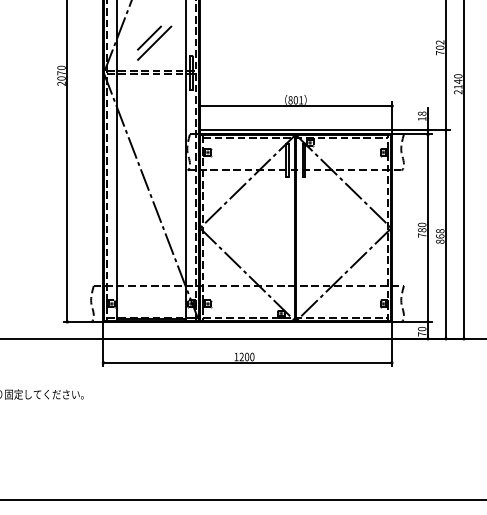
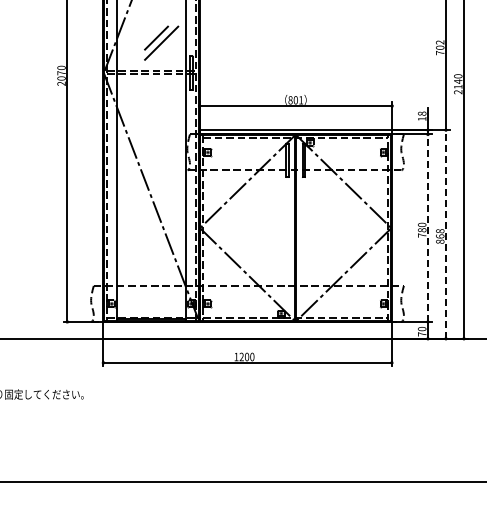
part at (154, 42) position: (154, 42) -> (161, 42)
line at (427, 228): solid -> dashed
line at (445, 233): solid -> dashed
line at (242, 499) position: (242, 499) -> (242, 481)
